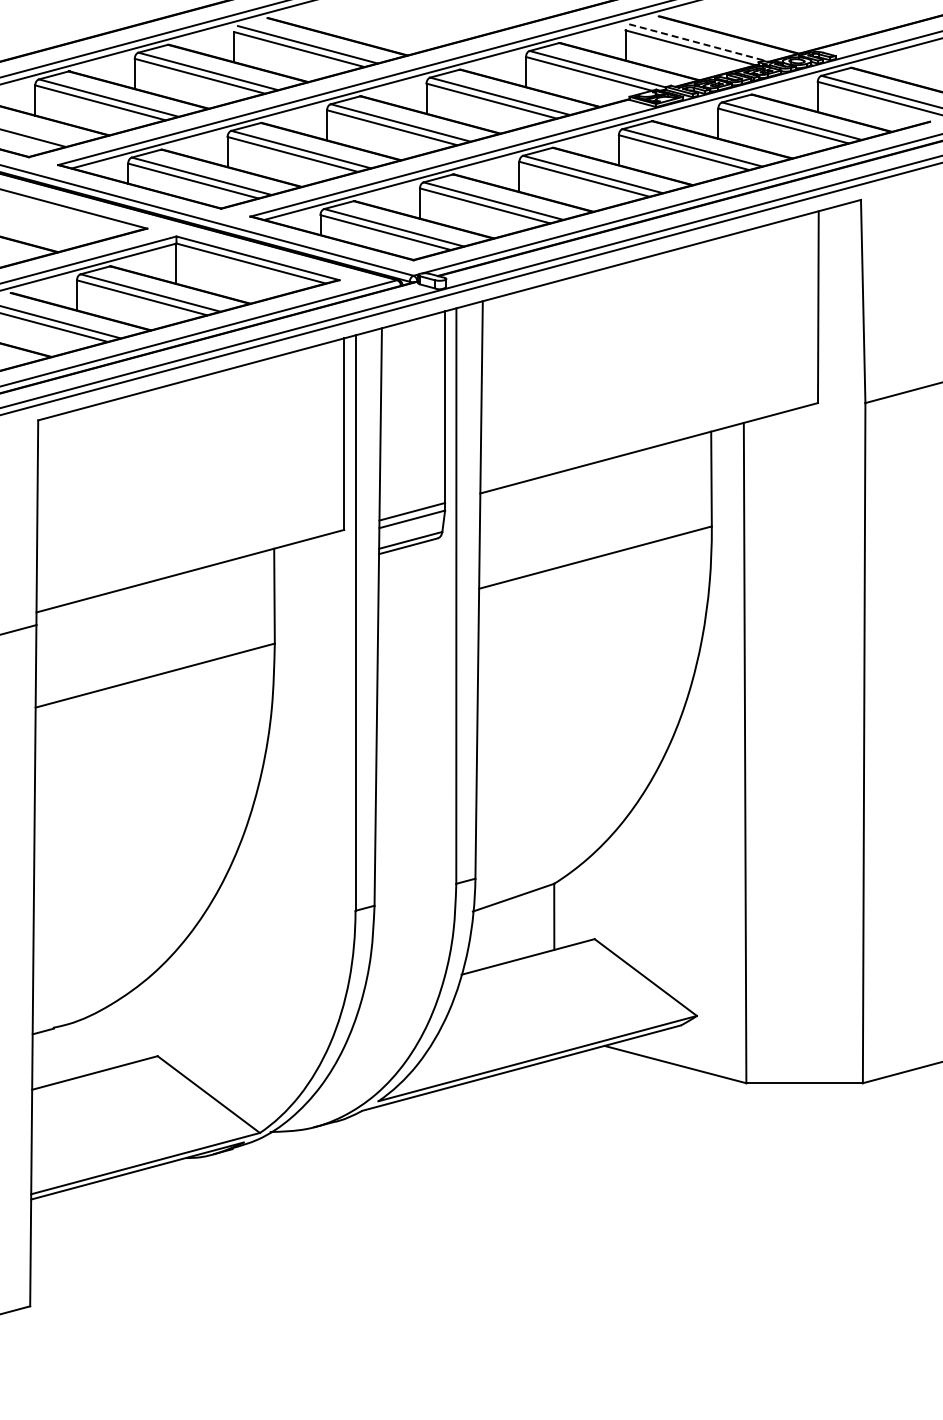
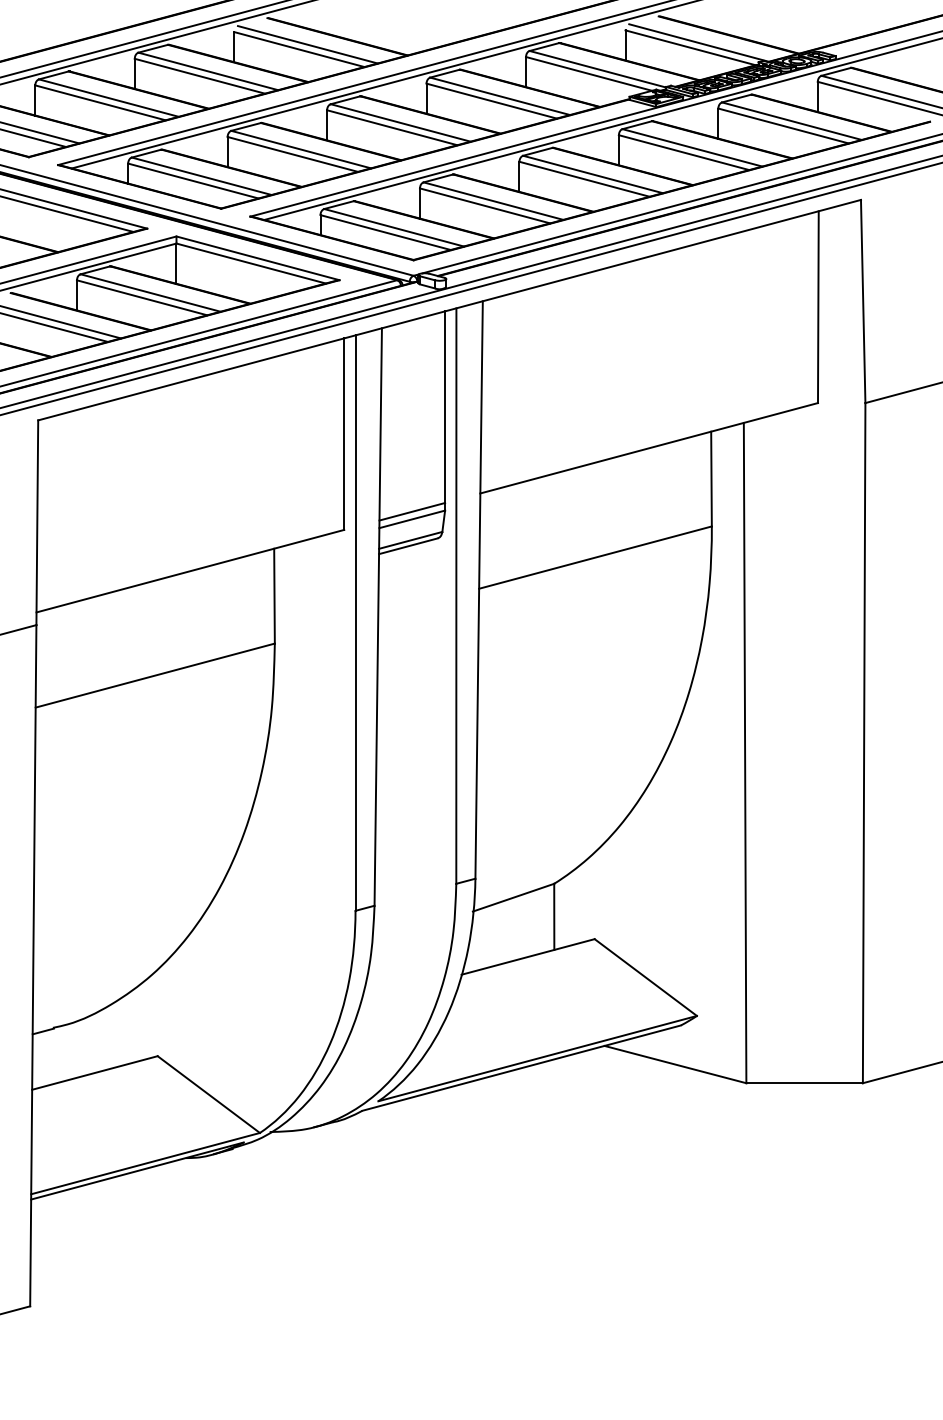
line at (699, 43): dashed -> solid
line at (40, 132): none -> present
line at (67, 213): none -> present
